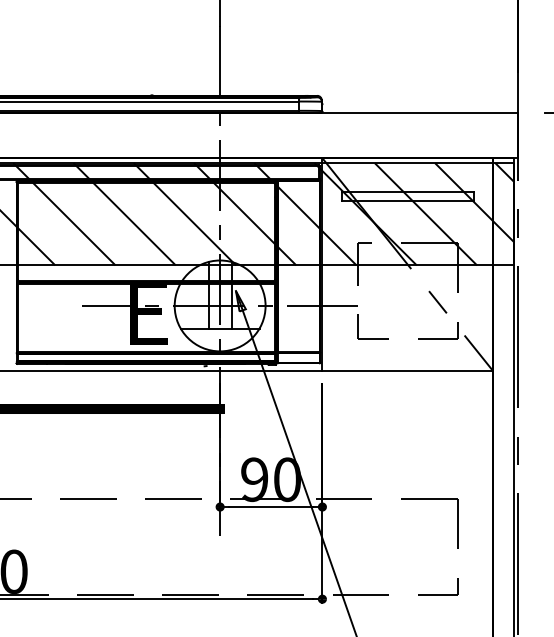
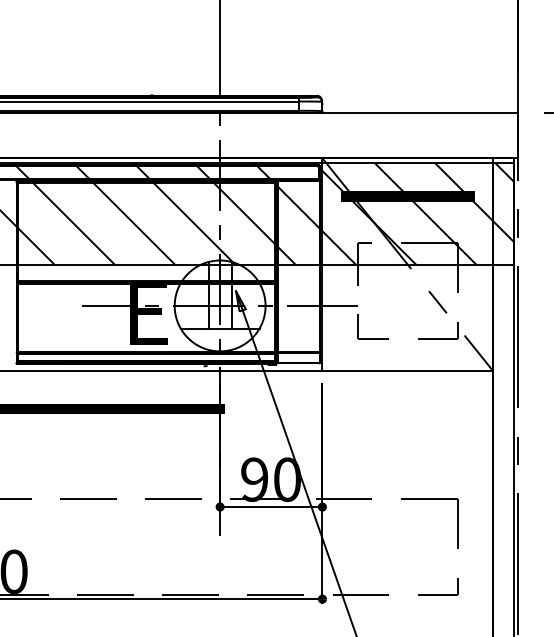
hatch at (407, 196): none -> present
